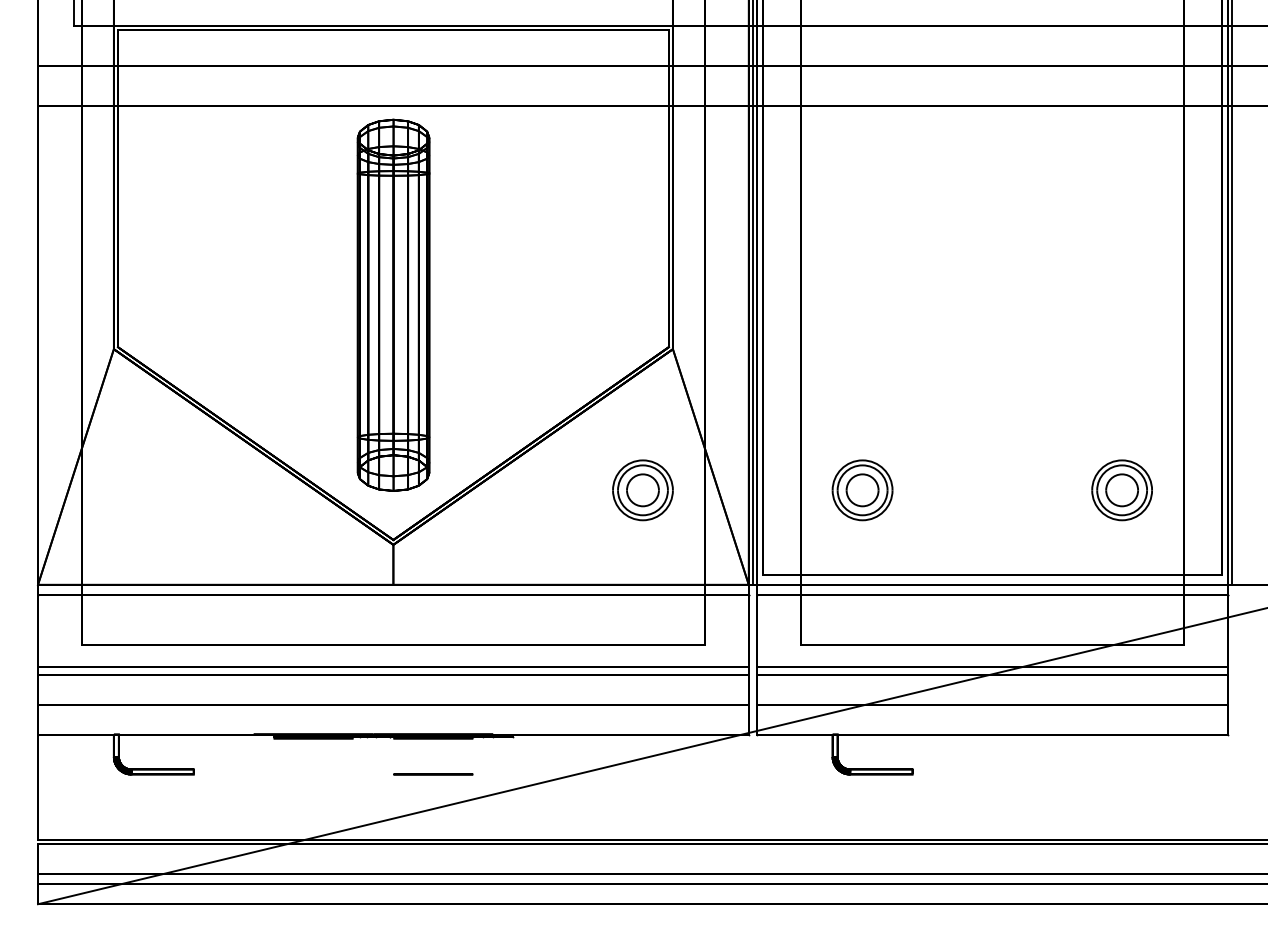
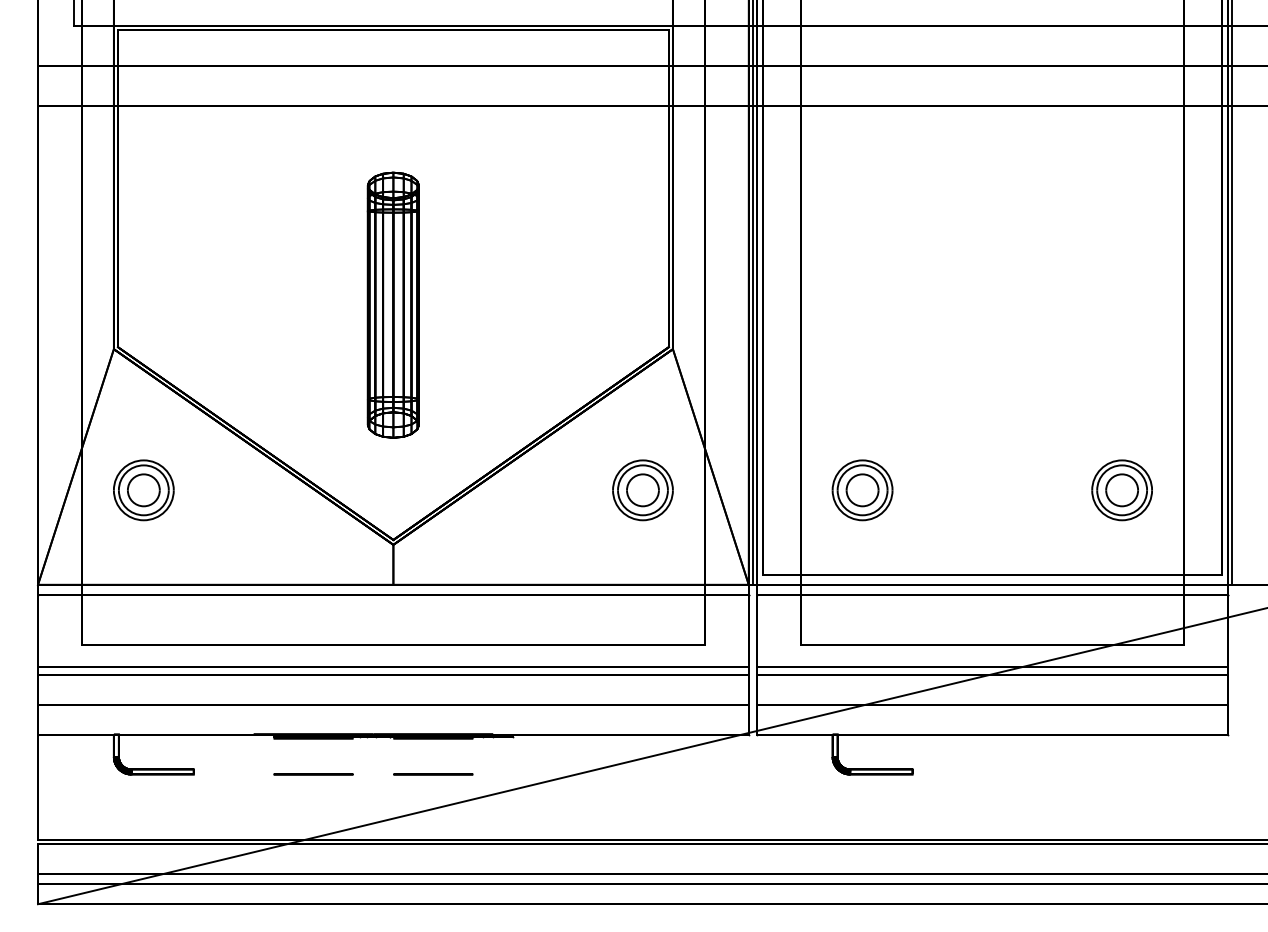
part at (393, 304) size: 75x374 px -> 54x268 px
part at (143, 490): none -> present
circle at (313, 774): none -> present
